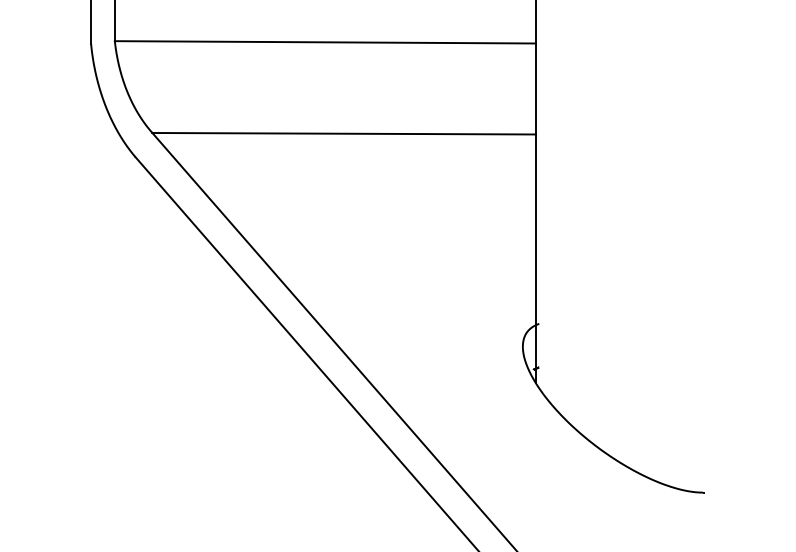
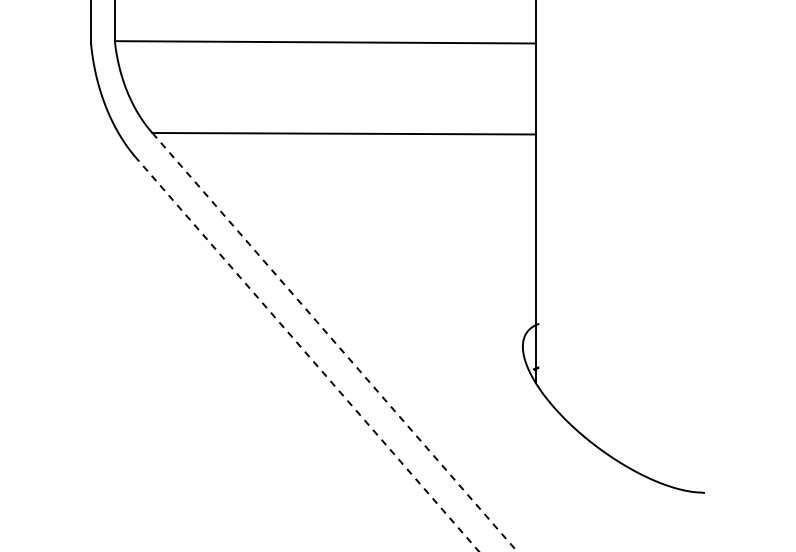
line at (335, 342): solid -> dashed
line at (306, 354): solid -> dashed
